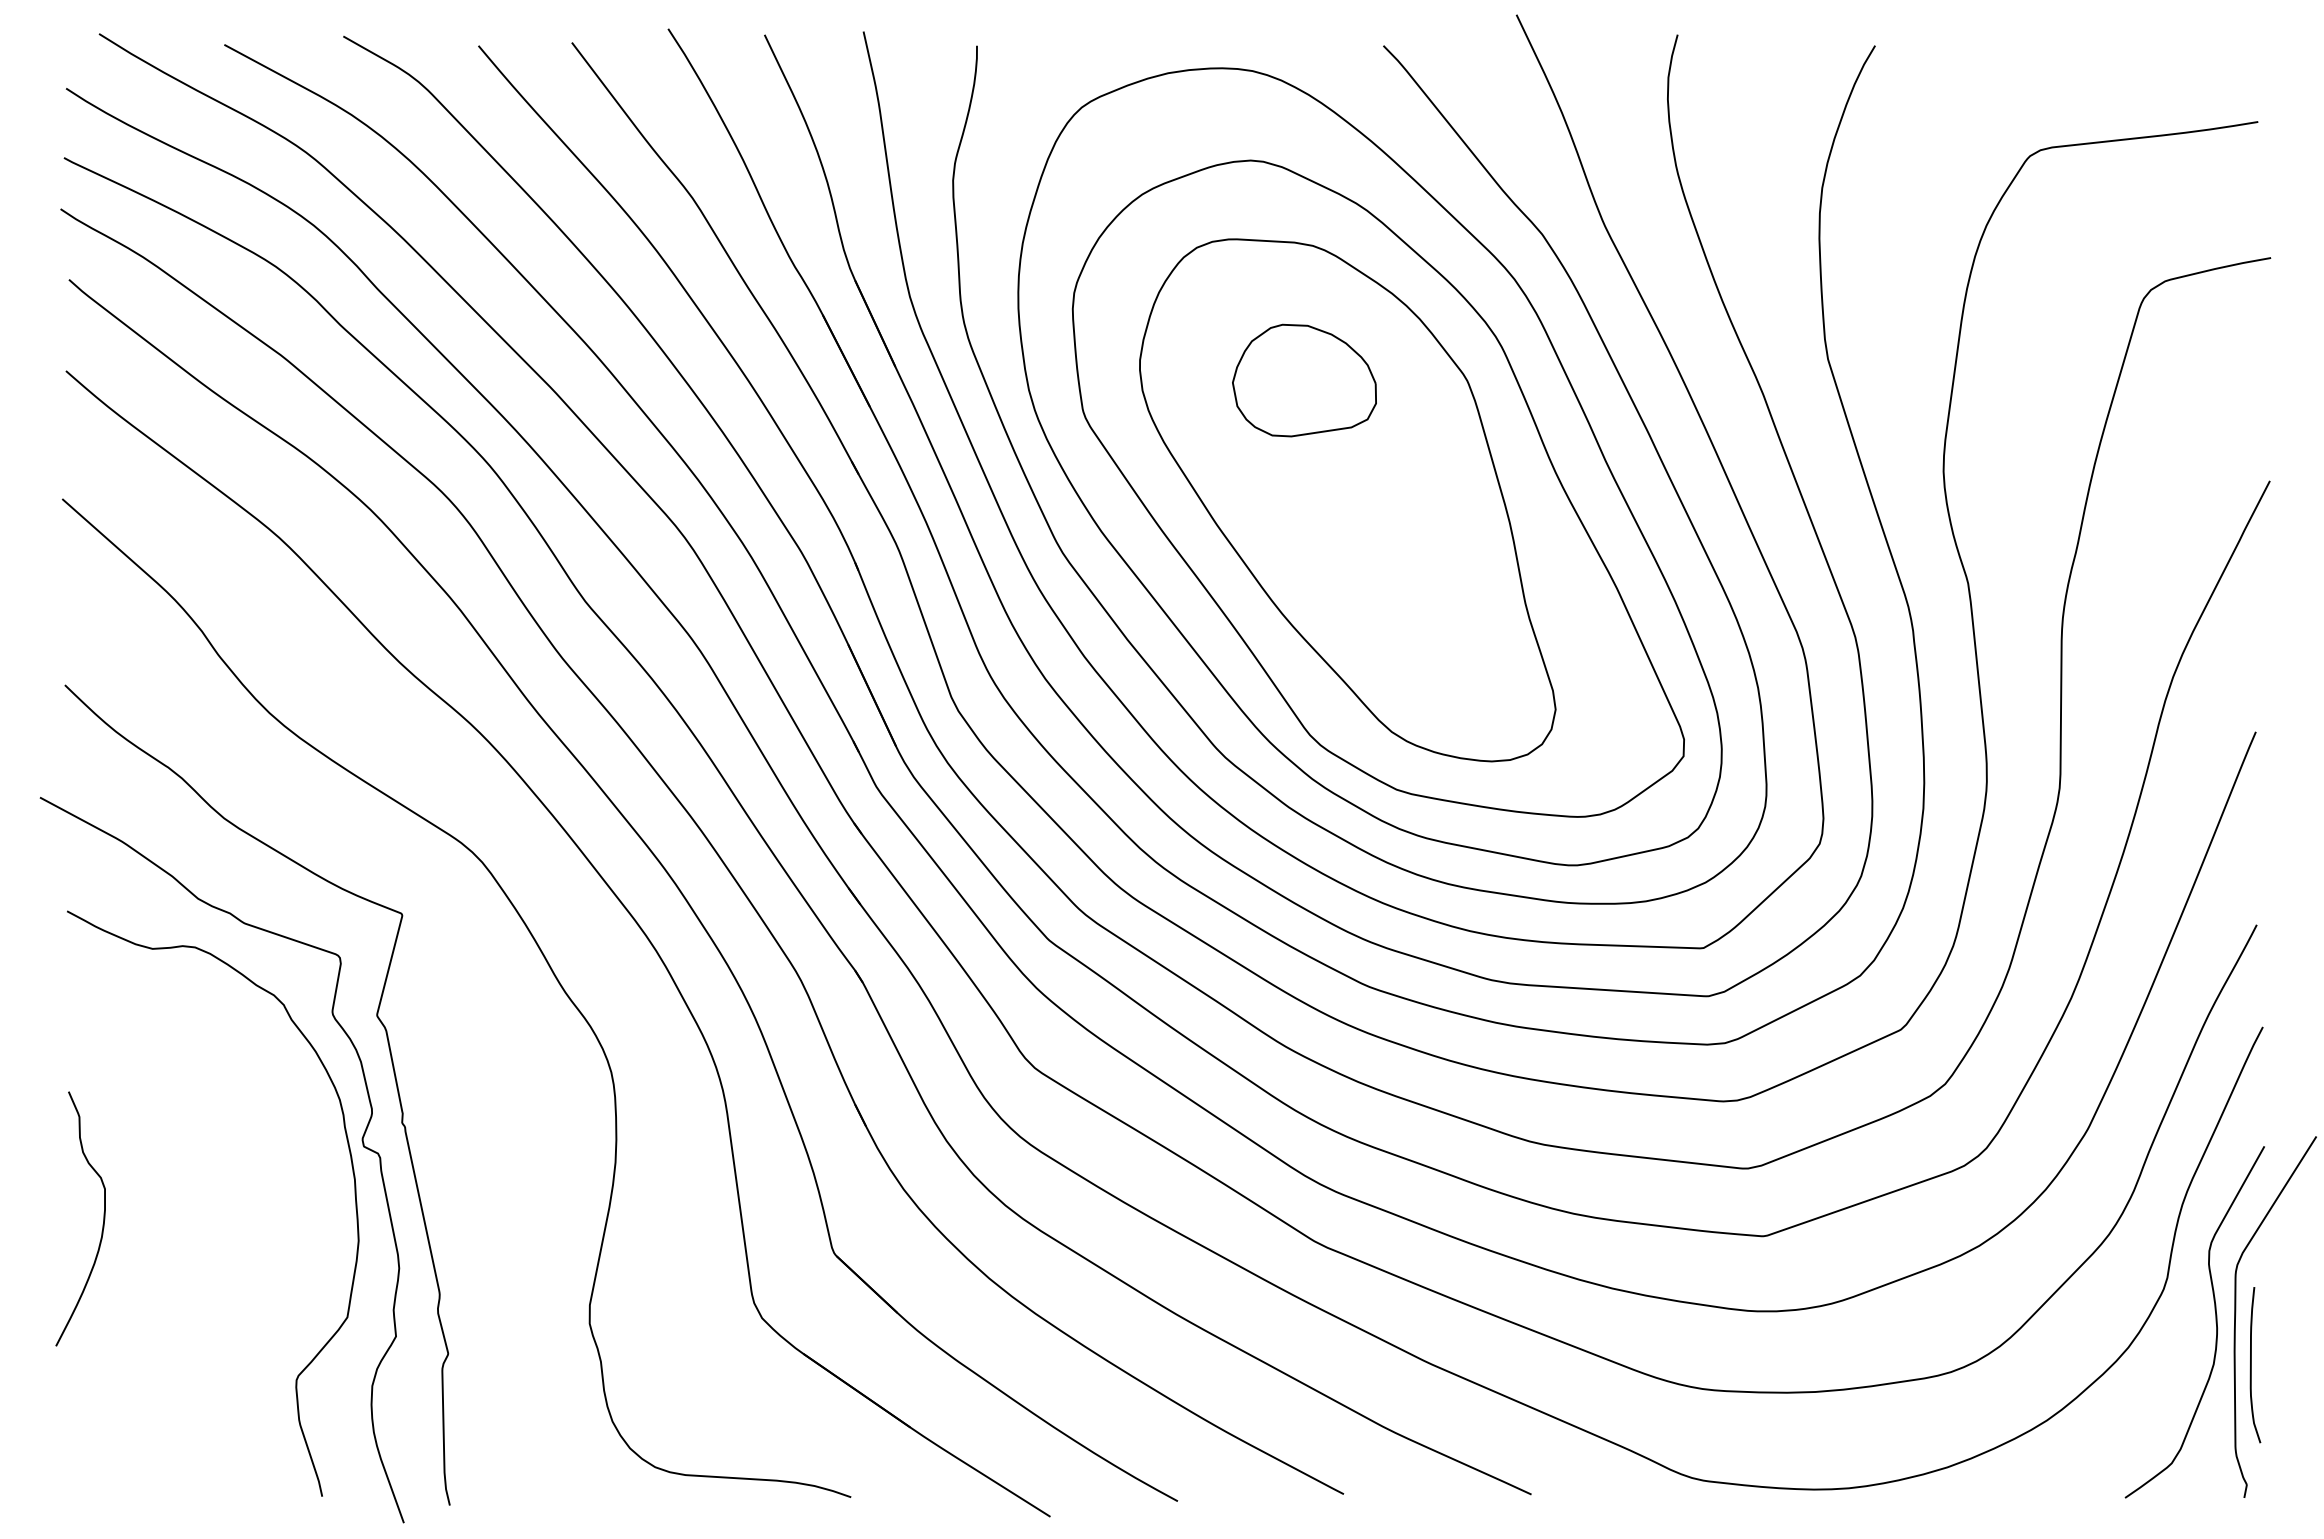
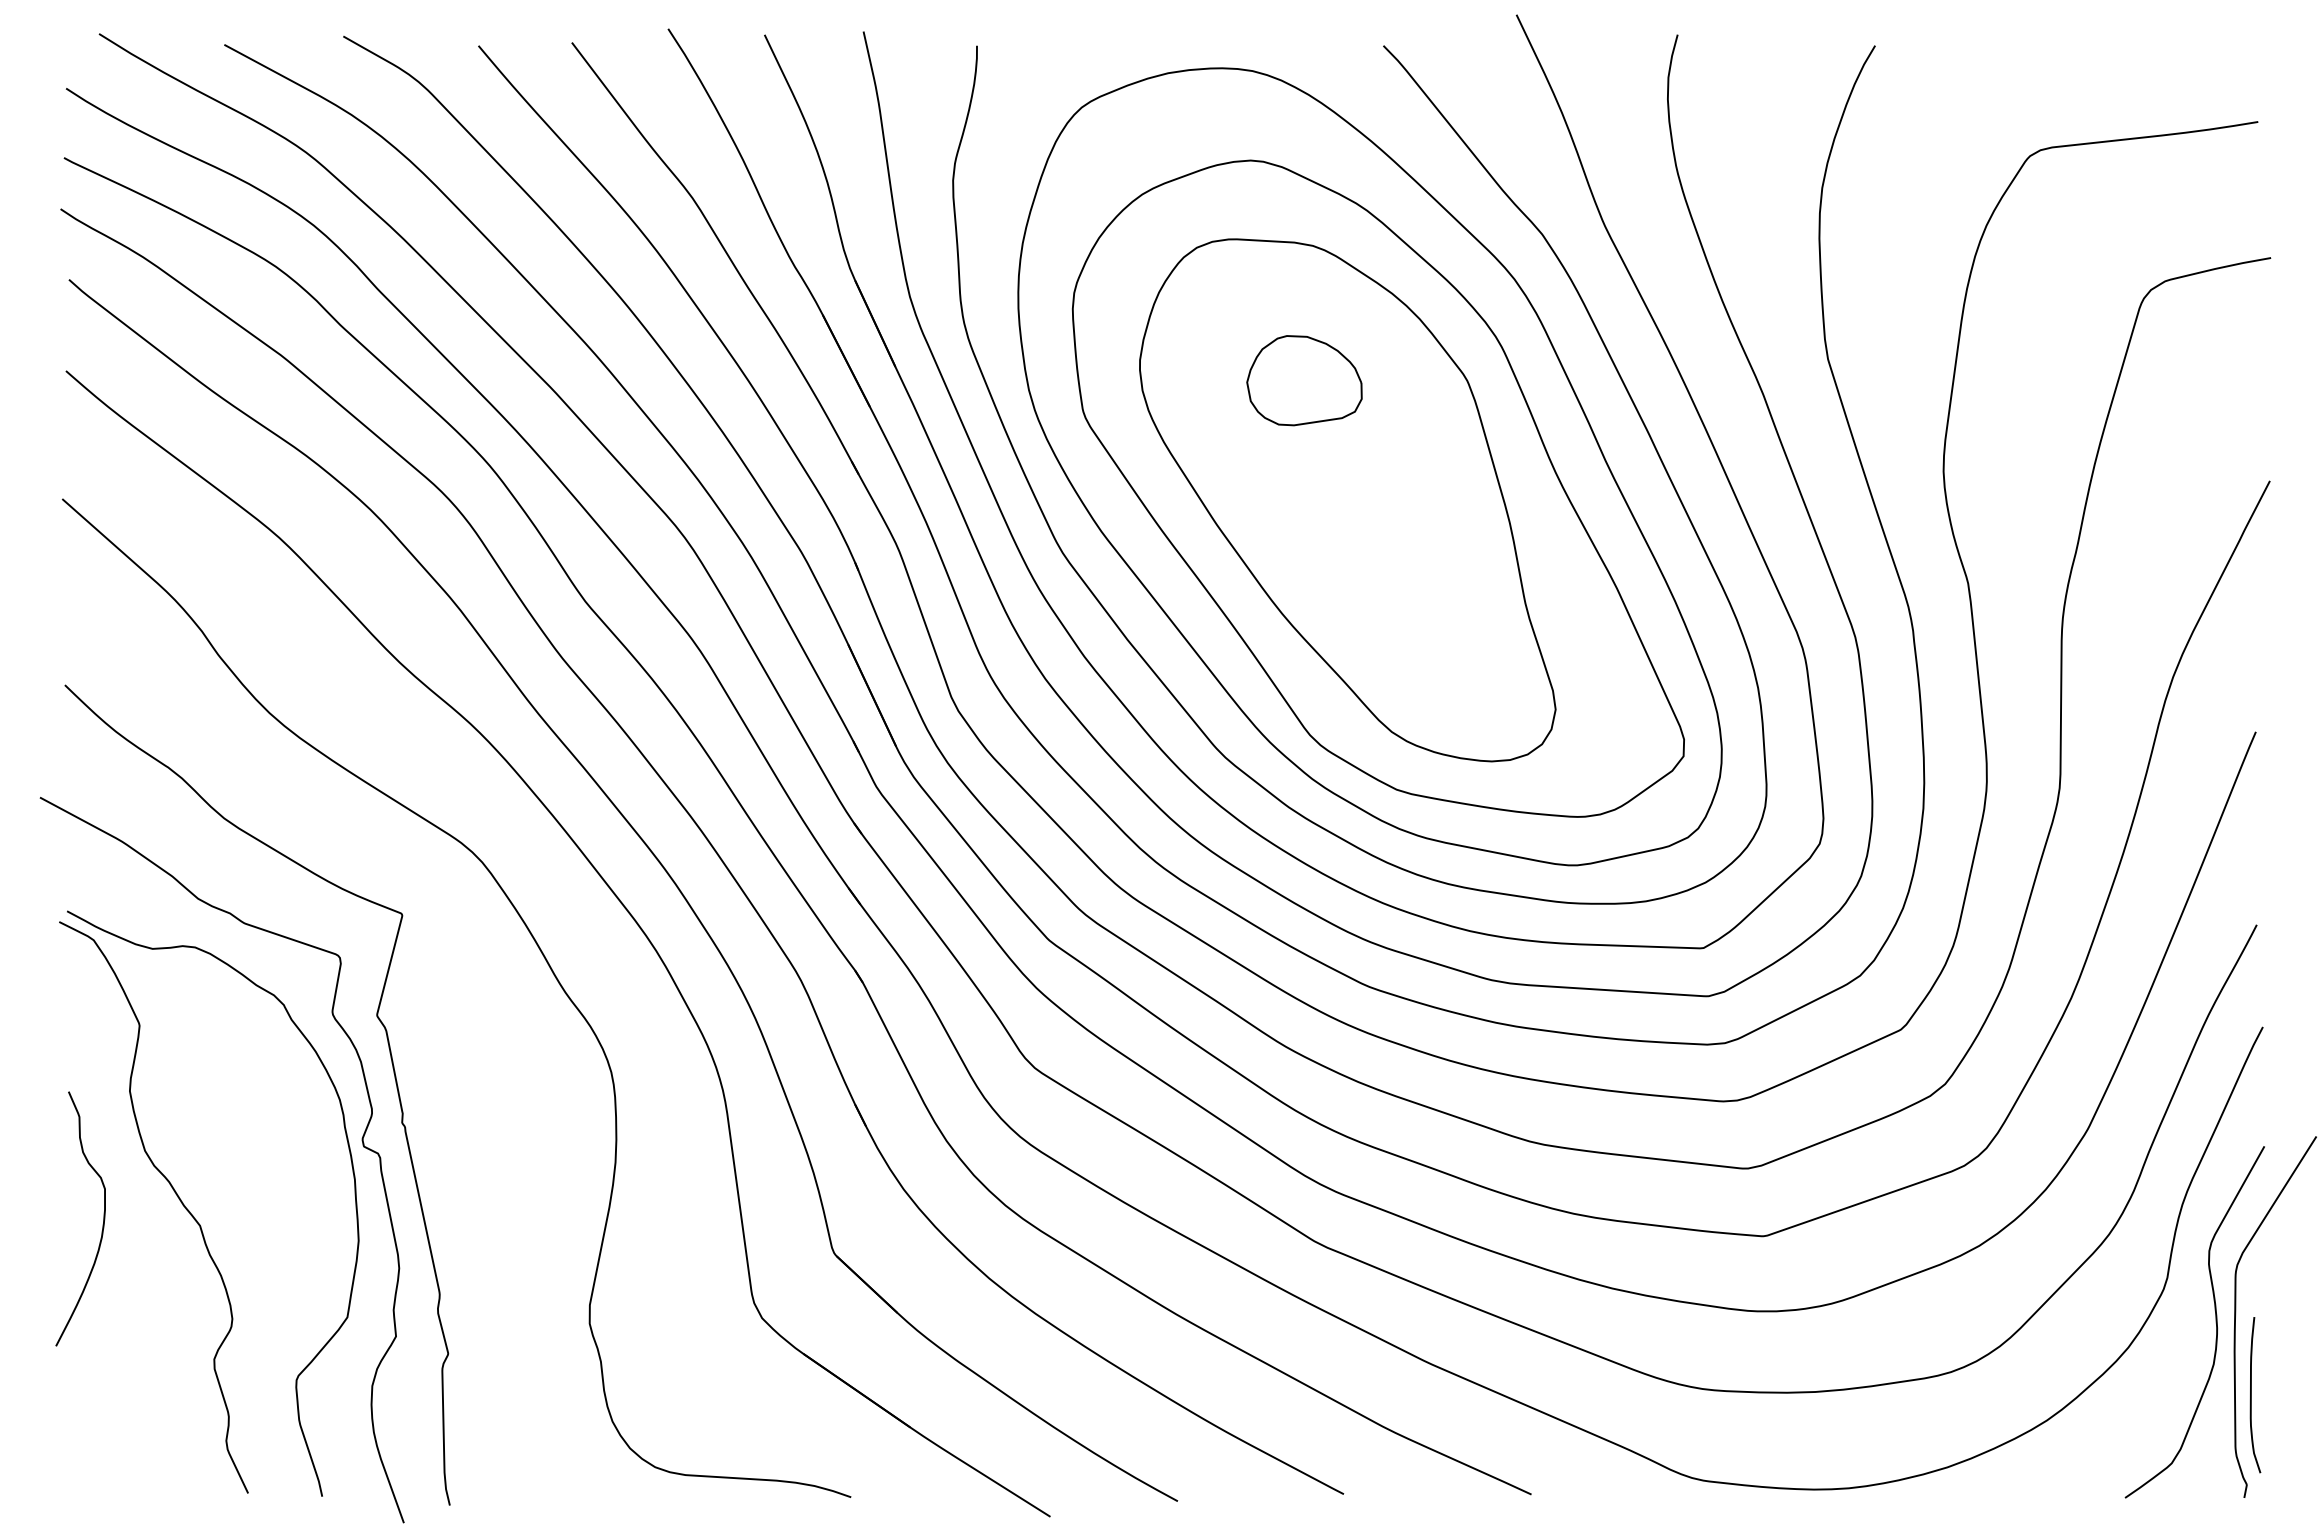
part at (1304, 380) size: 145x115 px -> 117x92 px
curve at (175, 1194): none -> present
curve at (2251, 1365) position: (2251, 1365) -> (2251, 1395)
